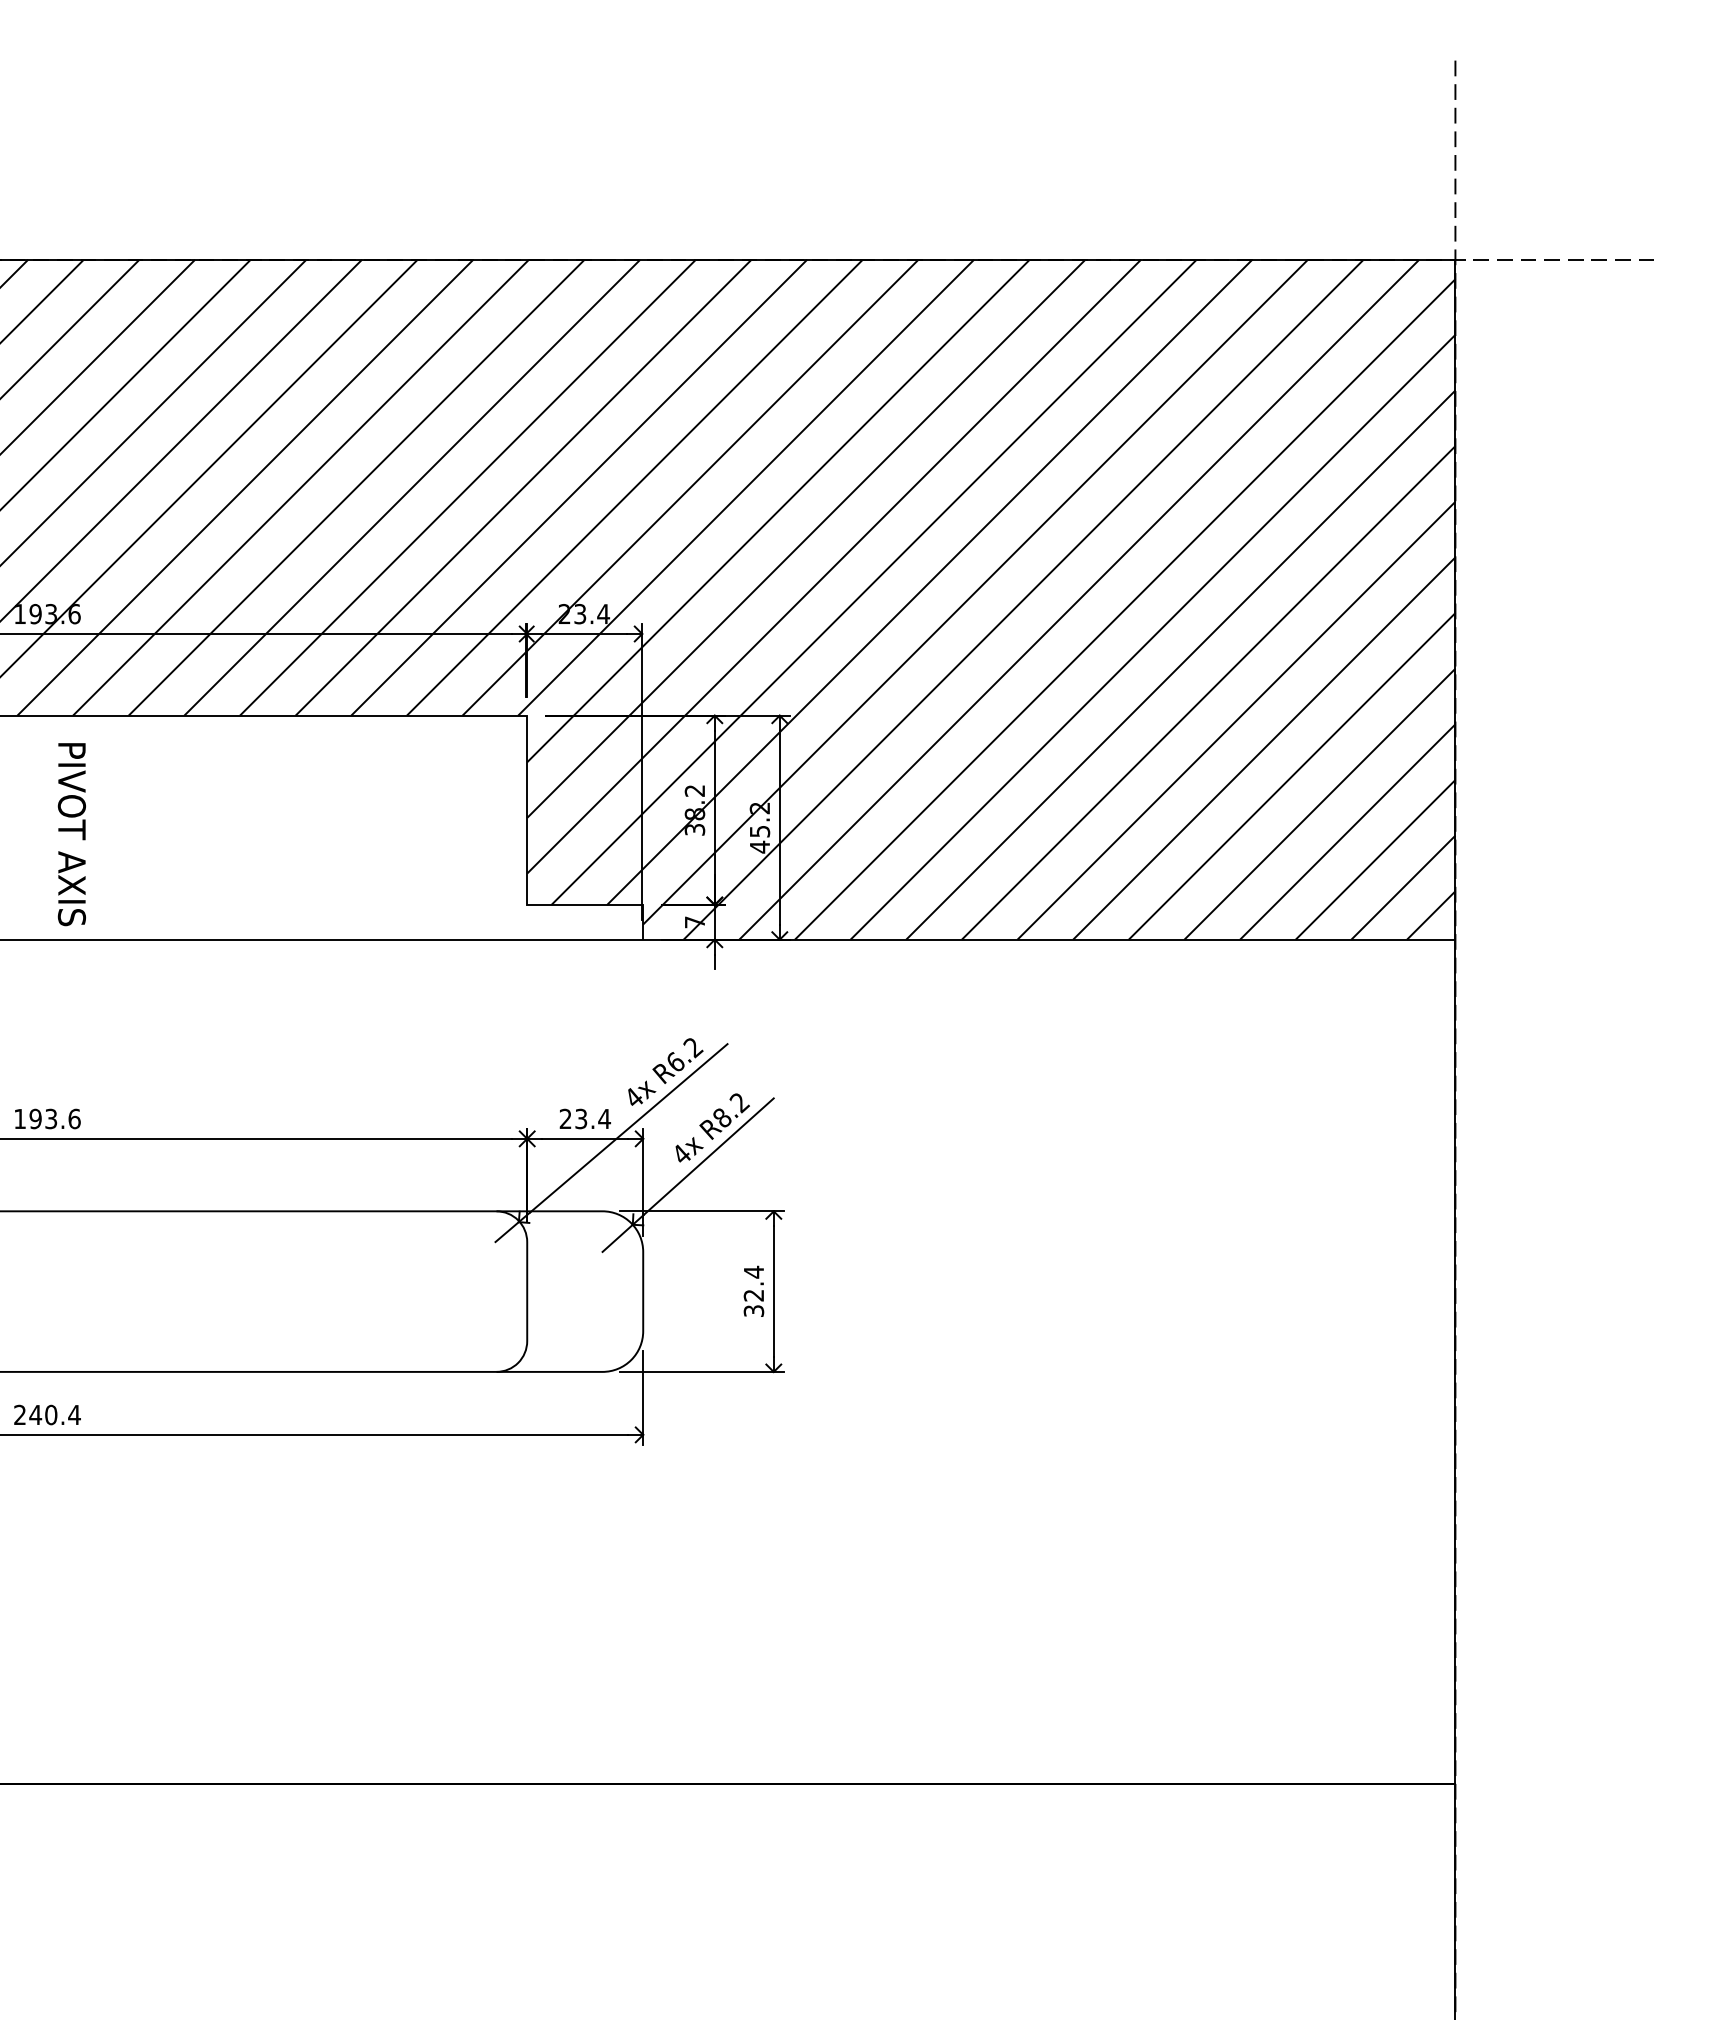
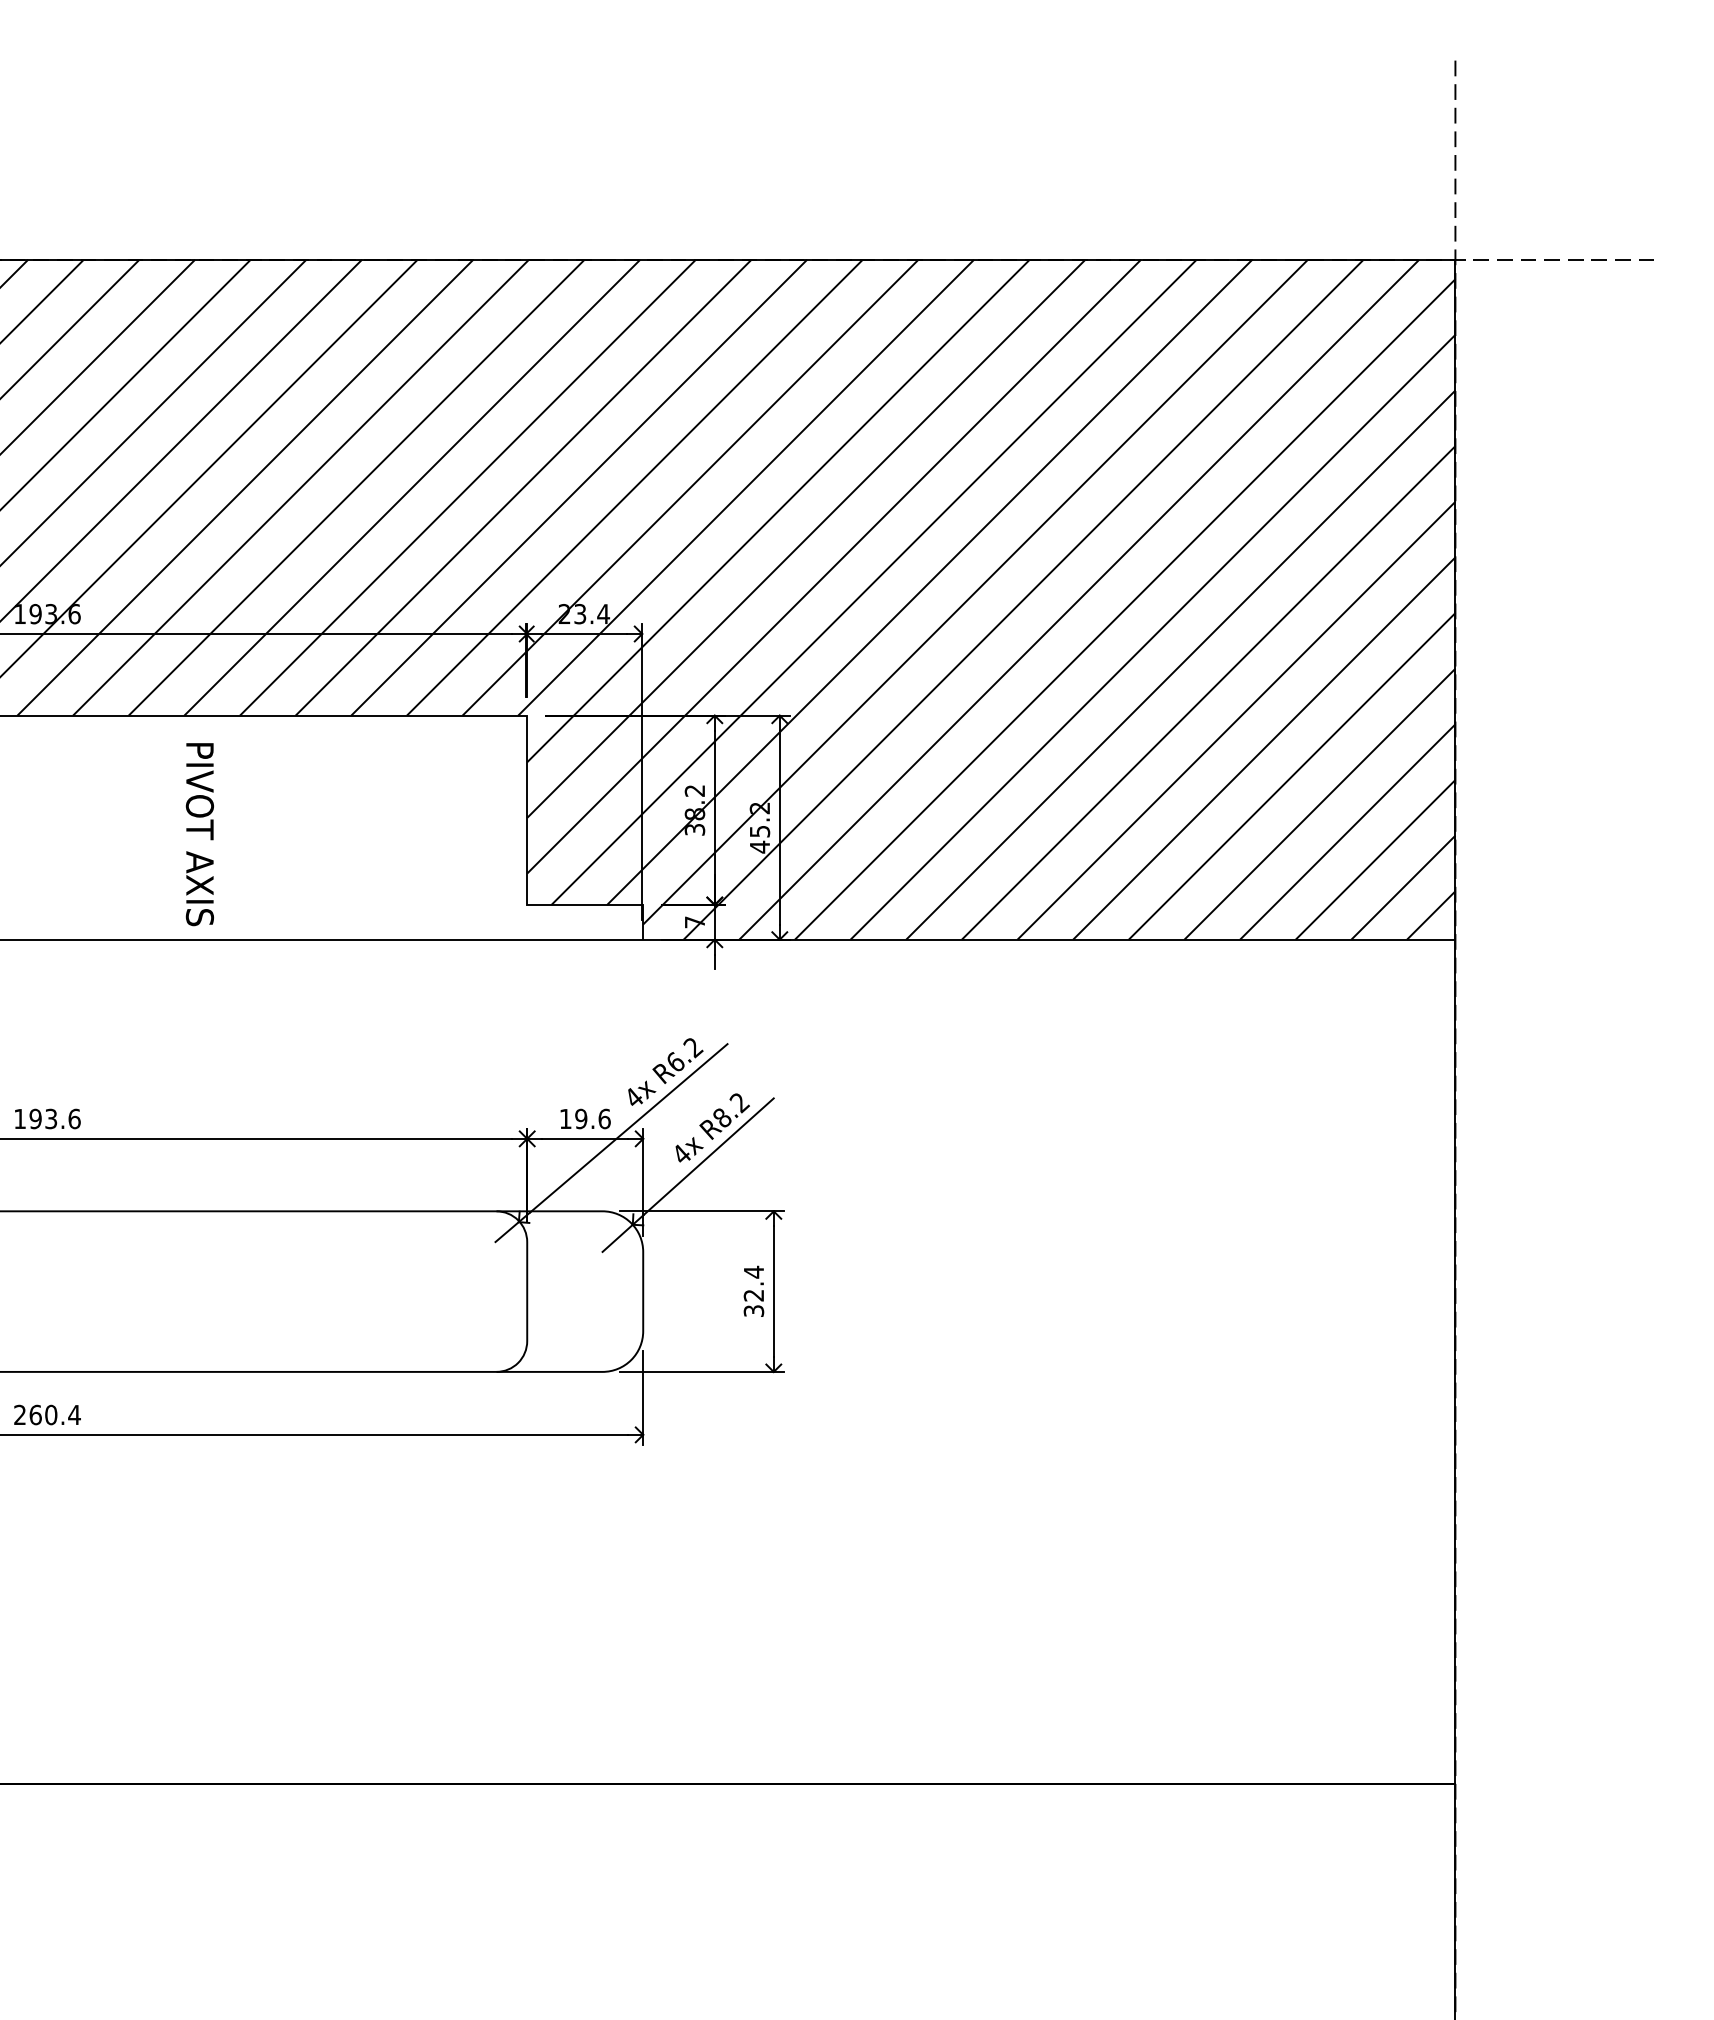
text at (71, 834) position: (71, 834) -> (199, 834)
text at (585, 1118): 23.4 -> 19.6
text at (35, 1414): 240.4 -> 260.4
